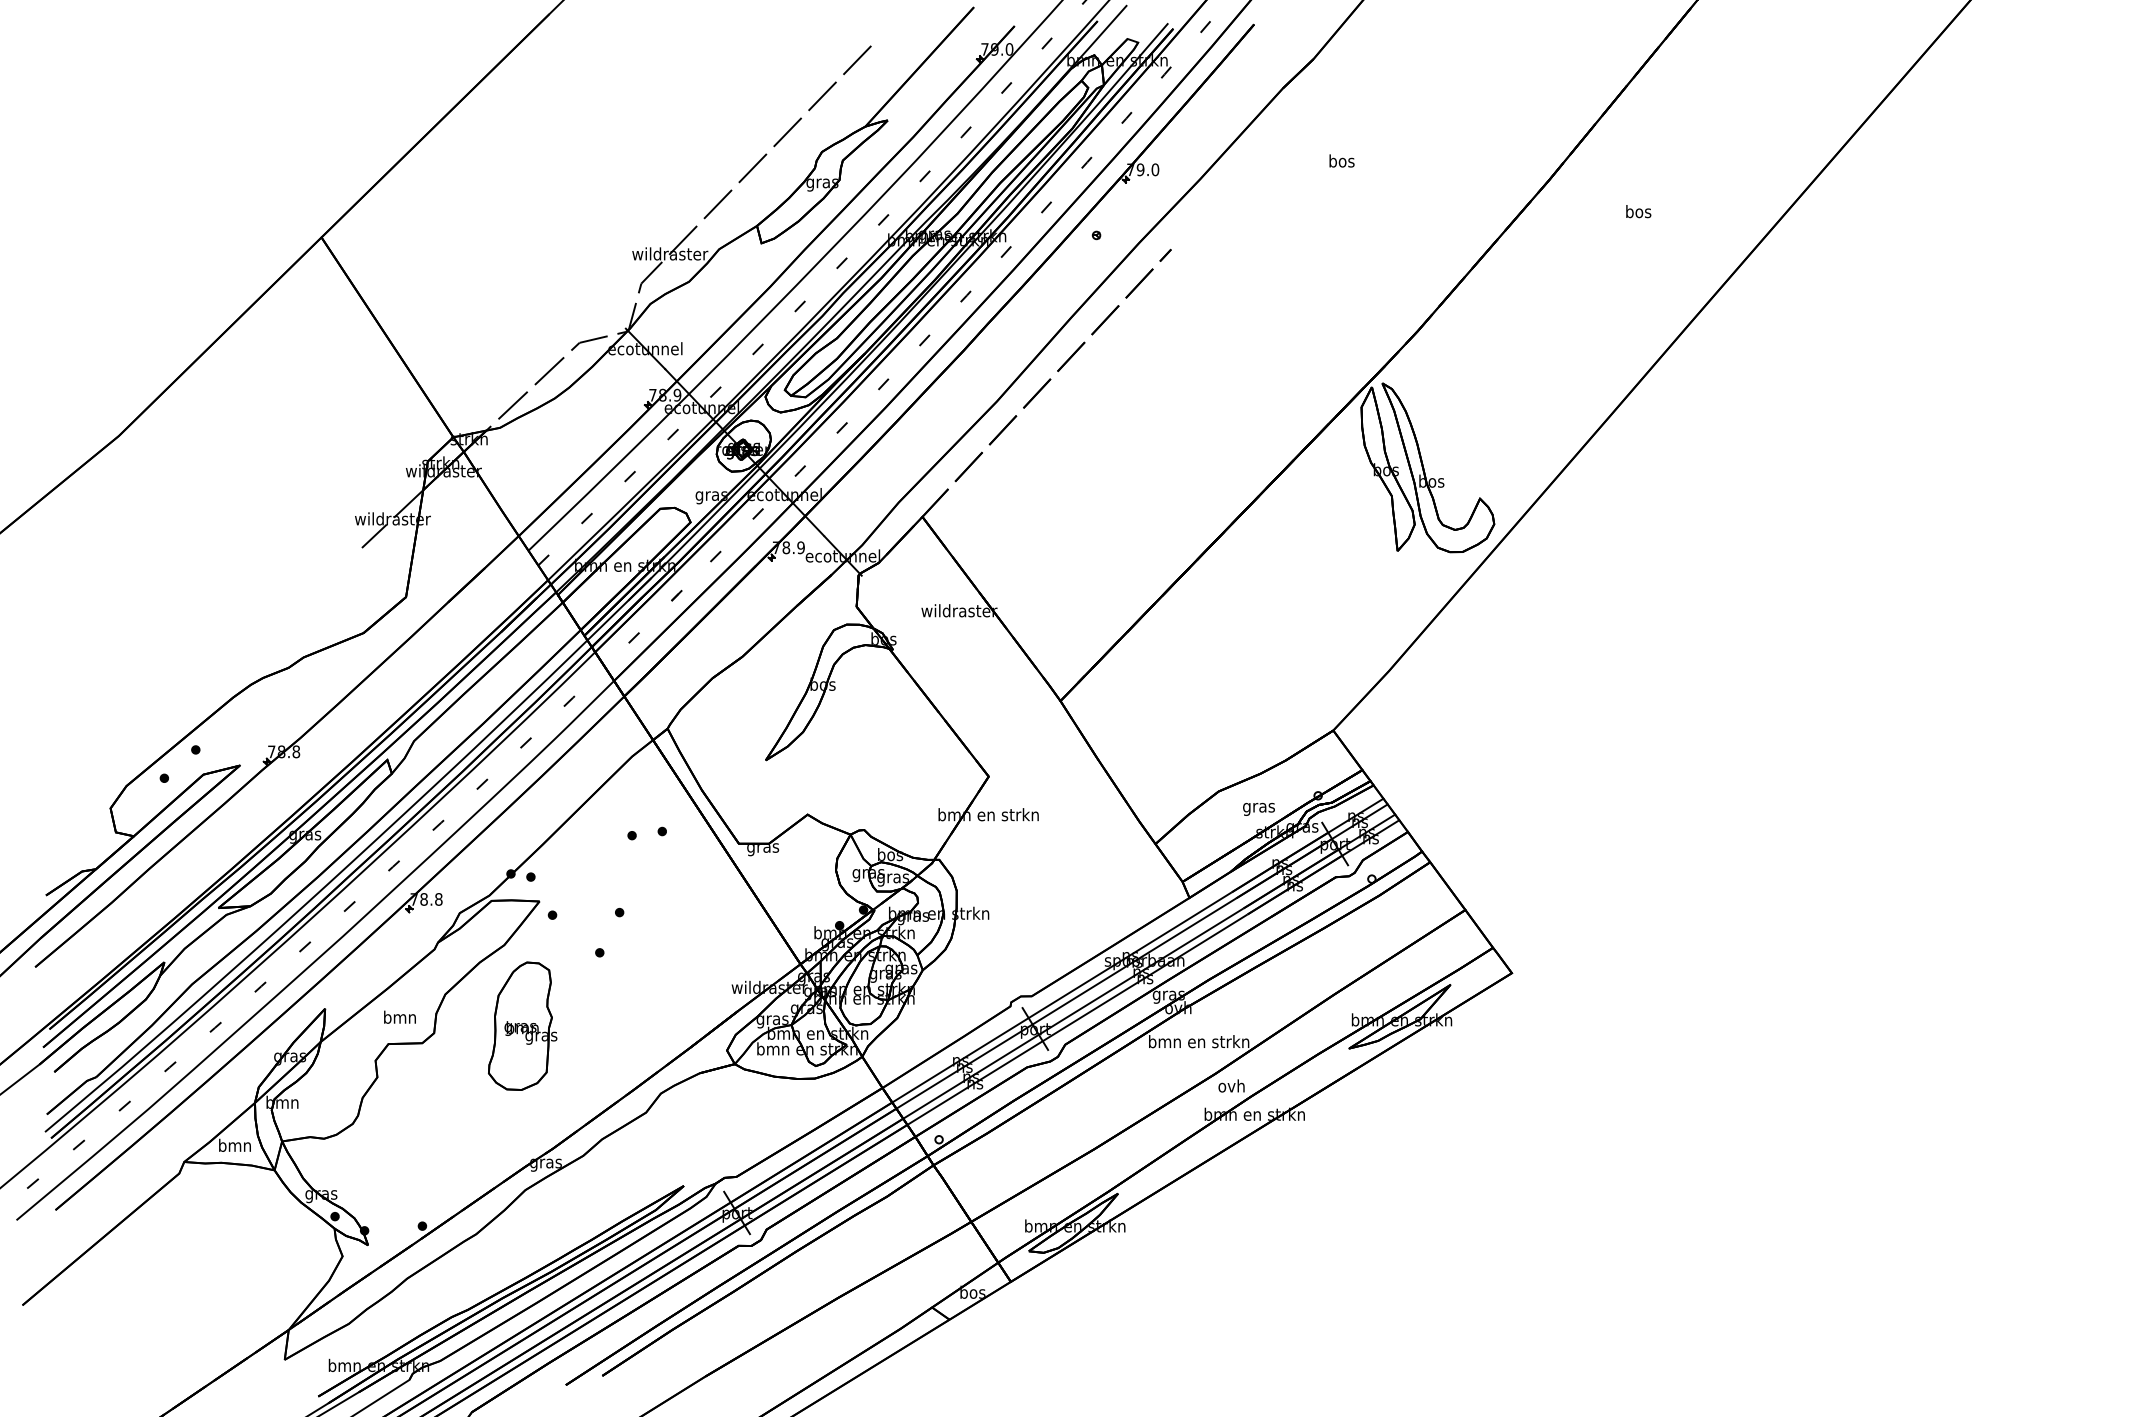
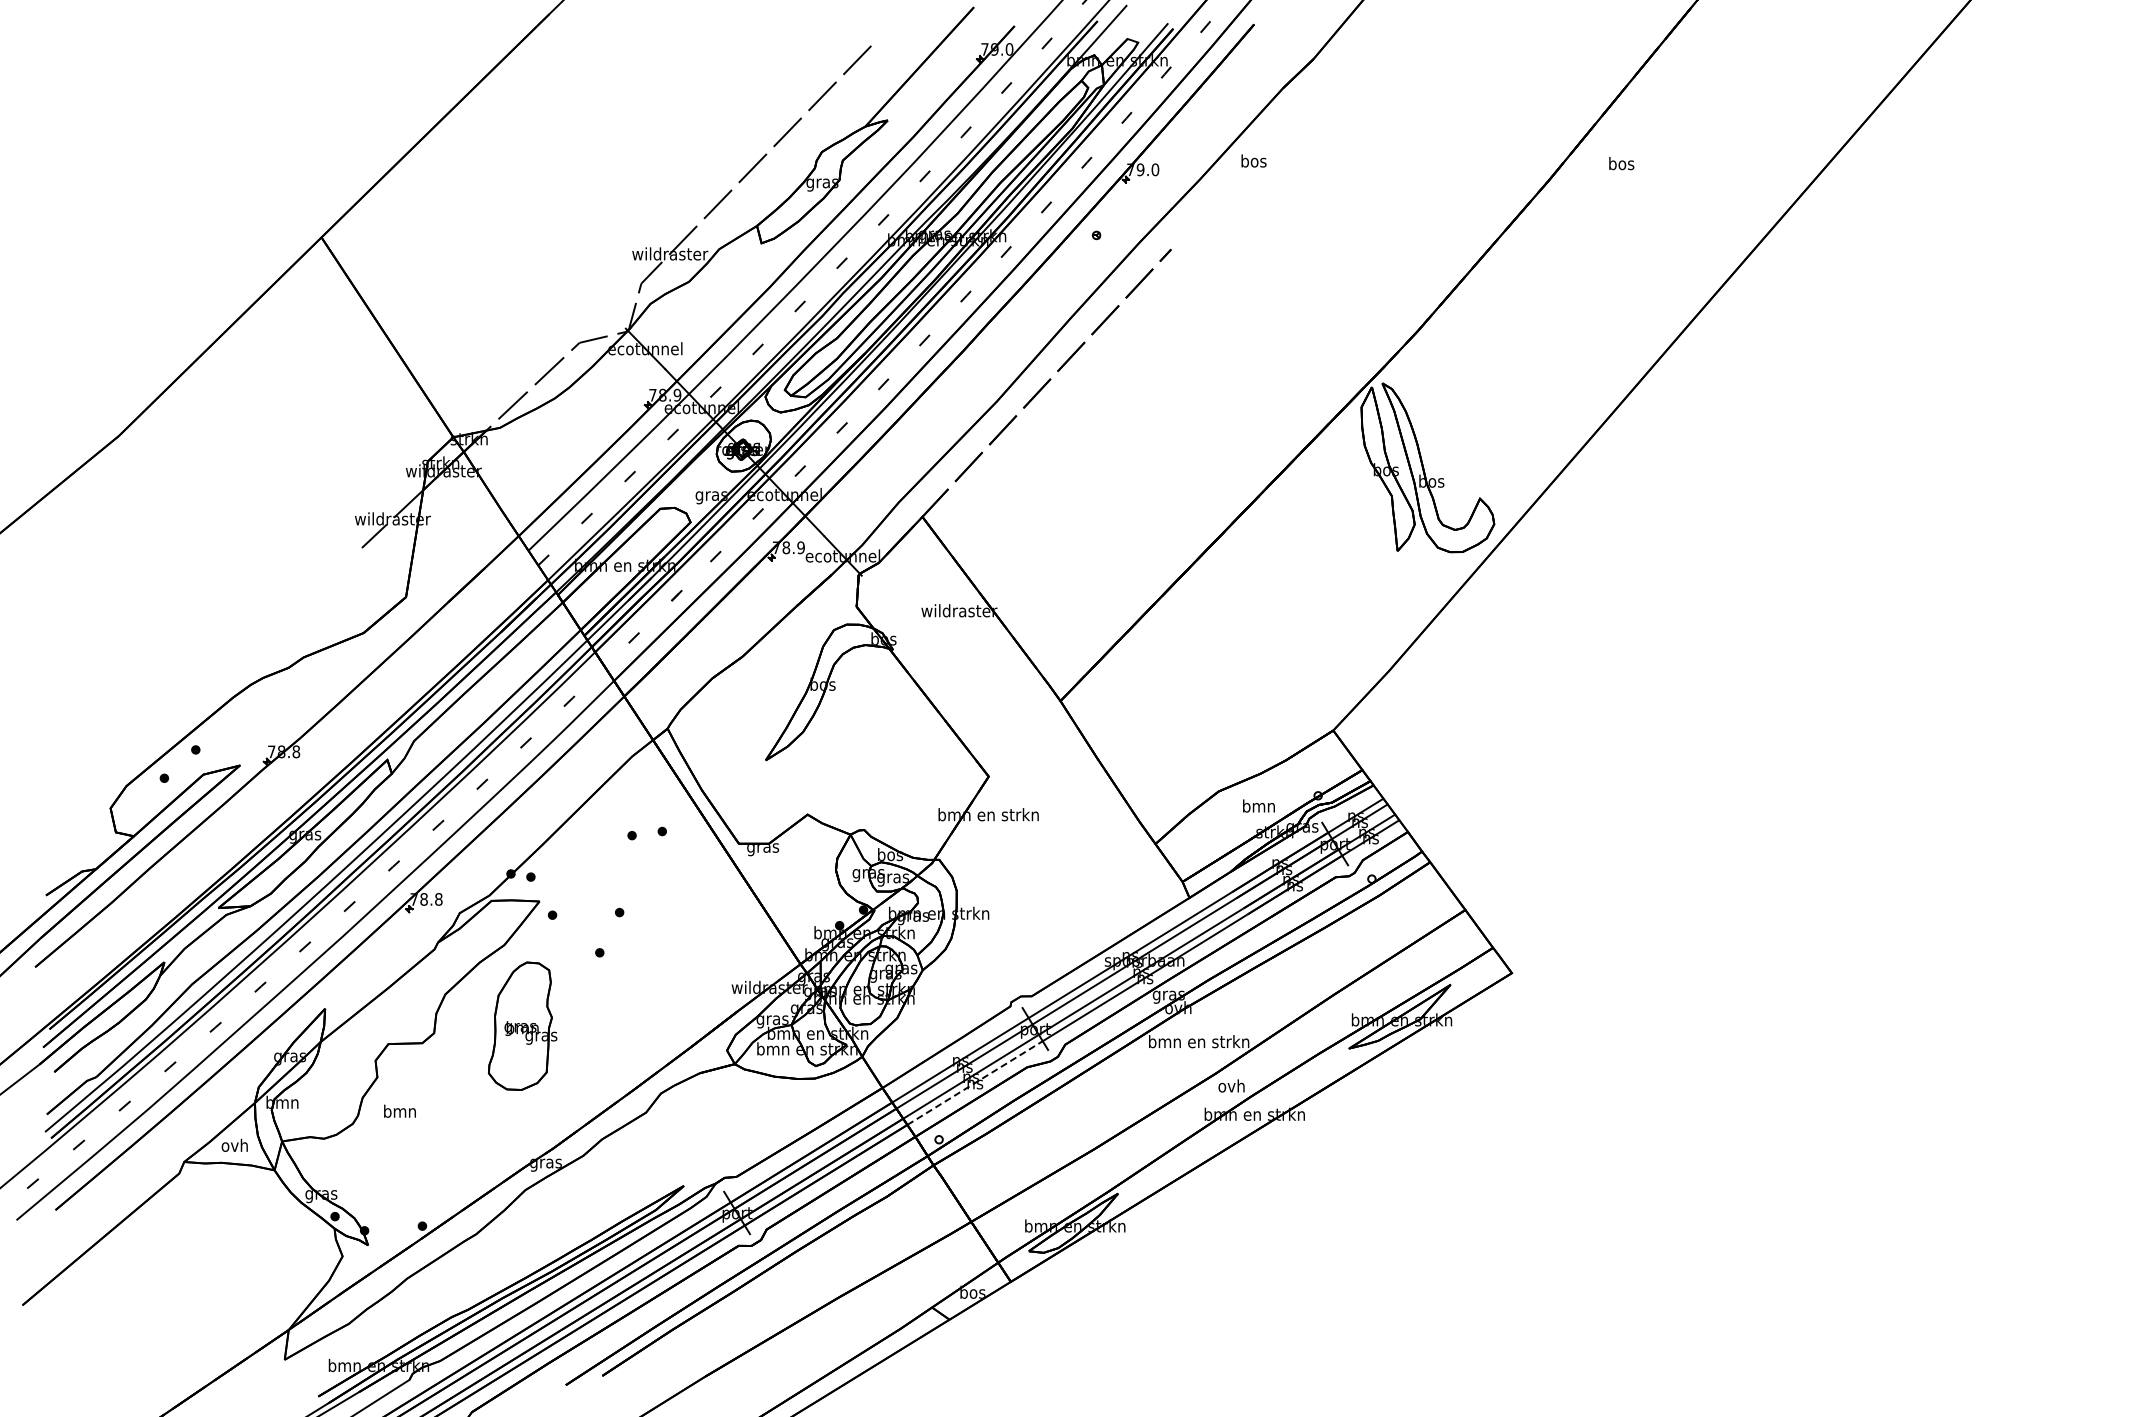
text at (1341, 160) position: (1341, 160) -> (1253, 160)
text at (1638, 211) position: (1638, 211) -> (1621, 163)
text at (1258, 807): gras -> bmn
text at (399, 1016) position: (399, 1016) -> (399, 1110)
line at (975, 1083): solid -> dashed
text at (234, 1144): bmn -> ovh
